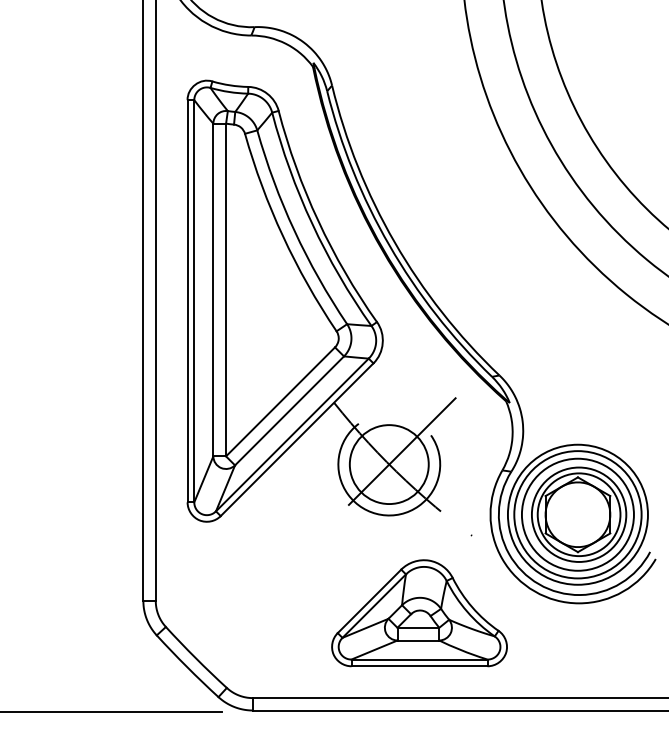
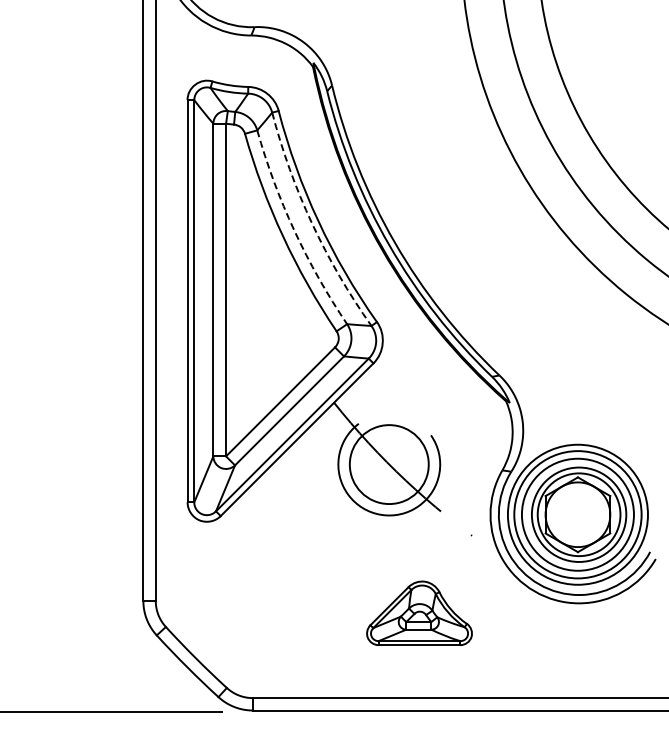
arc at (312, 223): solid -> dashed
arc at (294, 230): solid -> dashed
line at (396, 456): present -> none
part at (419, 613) size: 177x109 px -> 107x66 px
